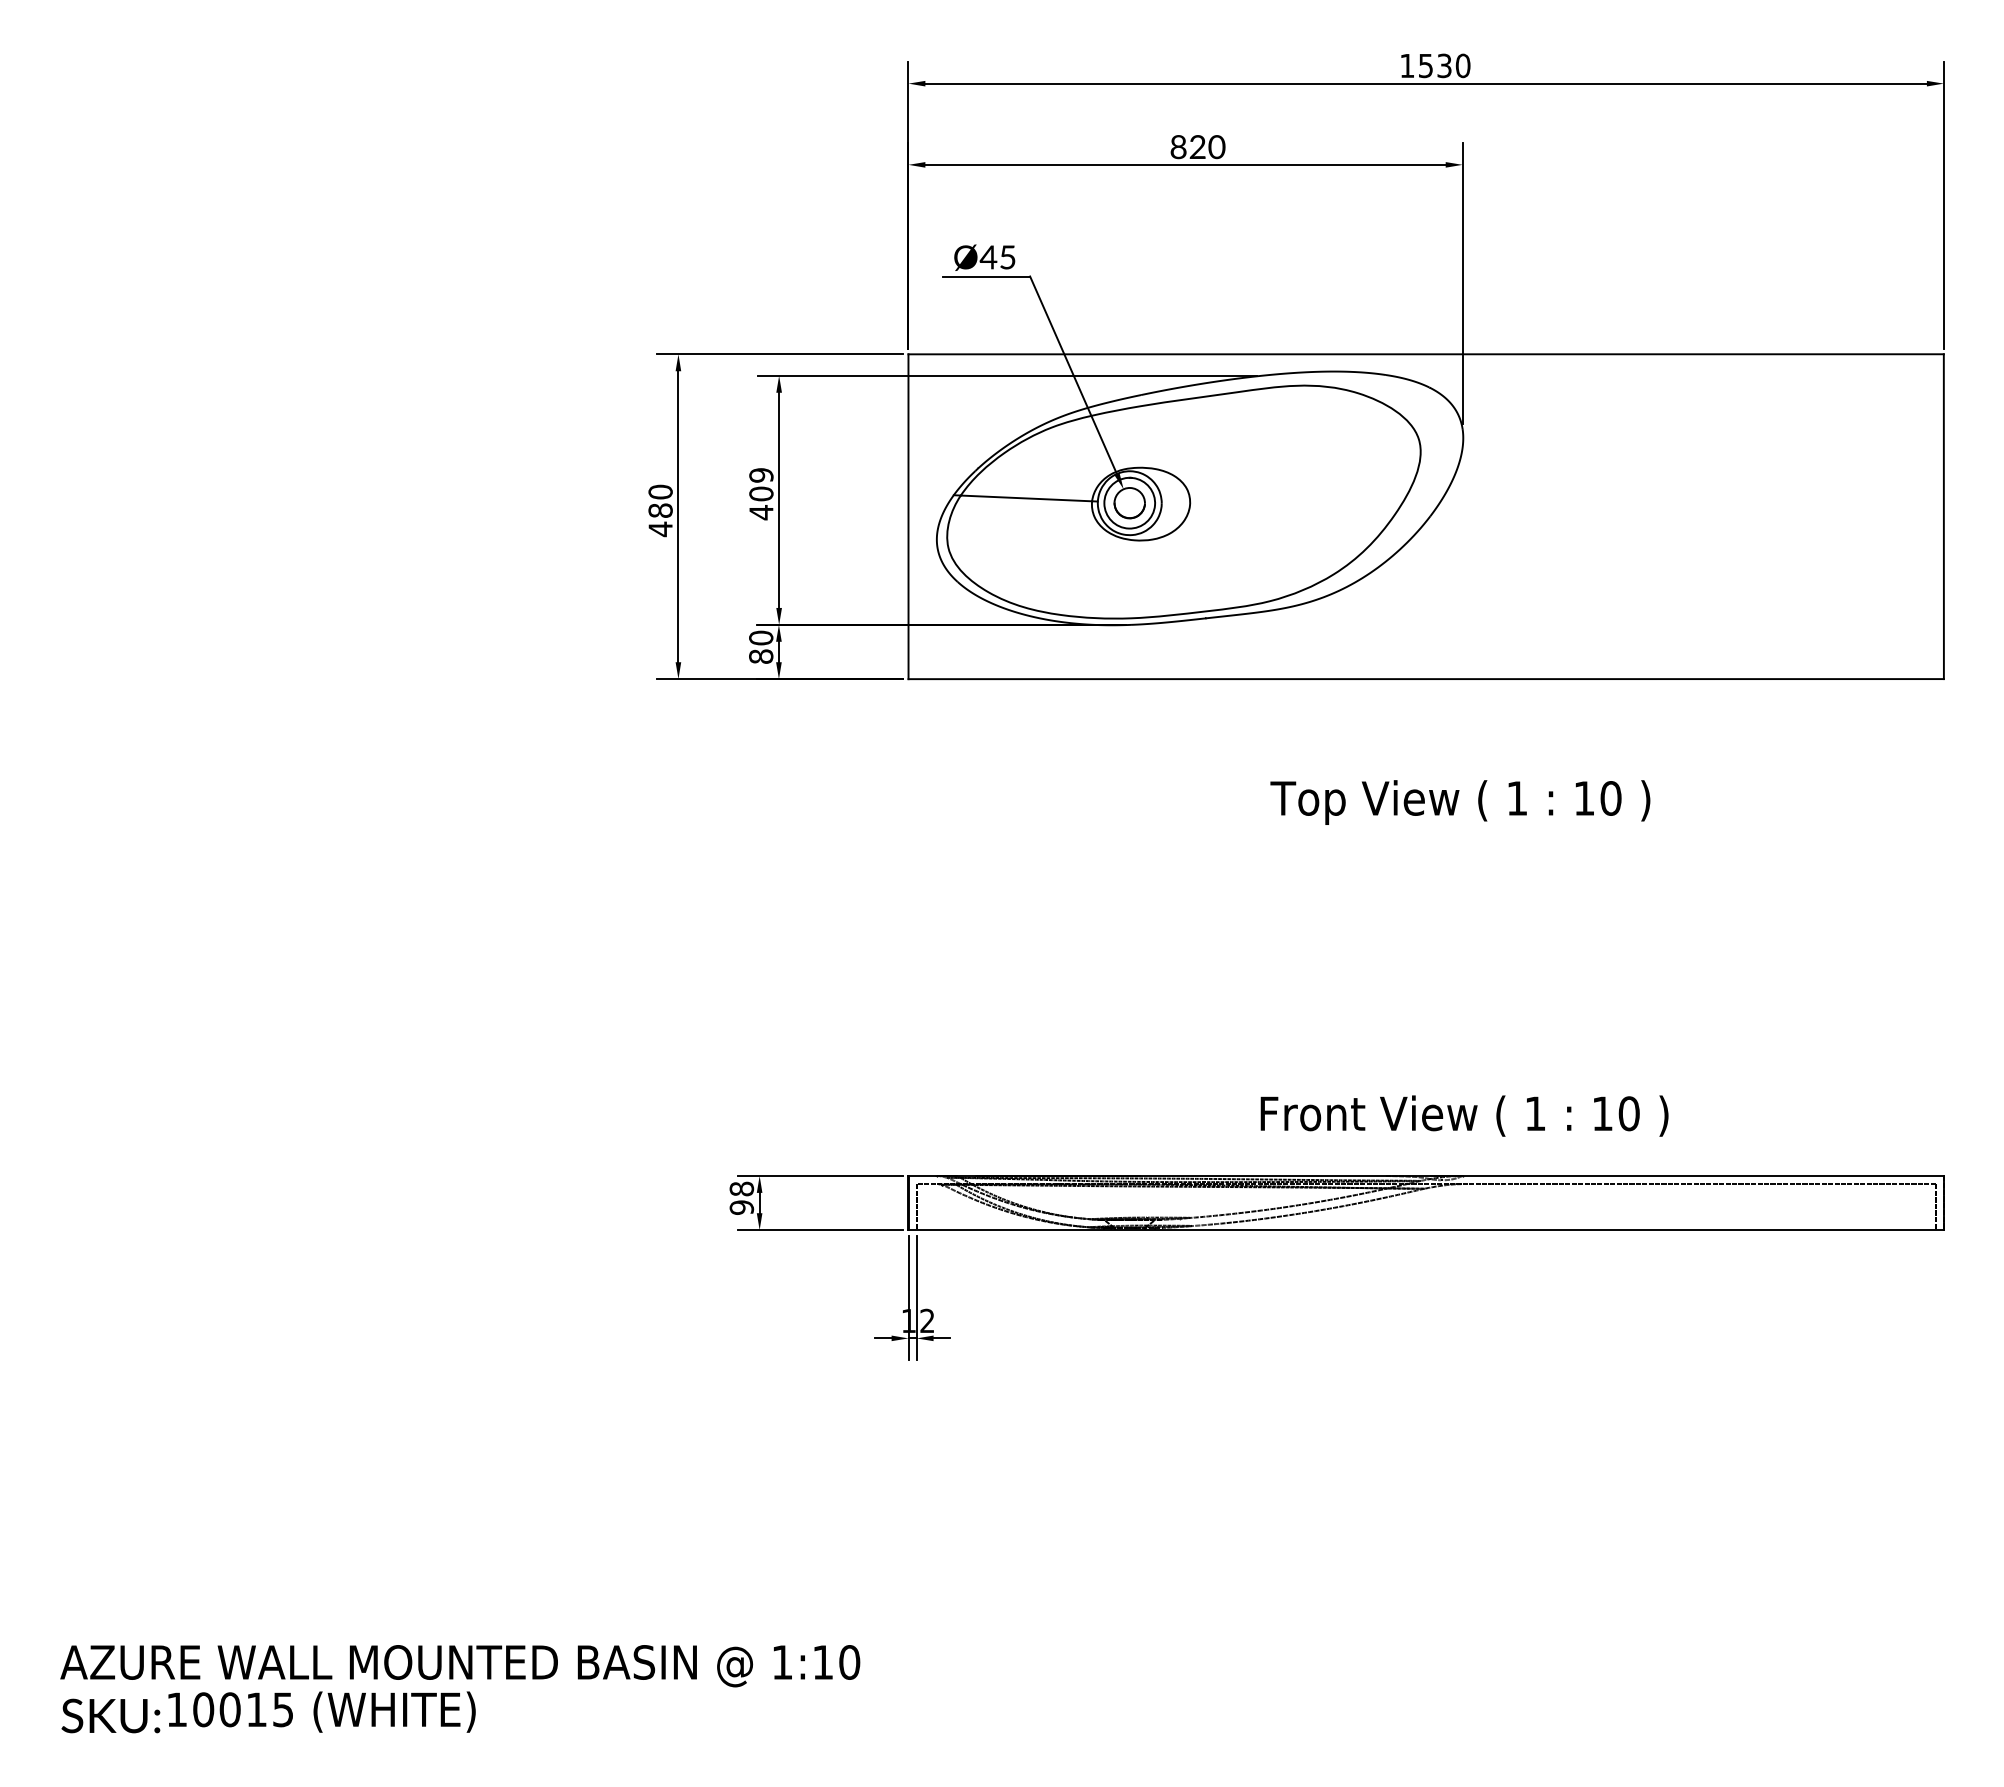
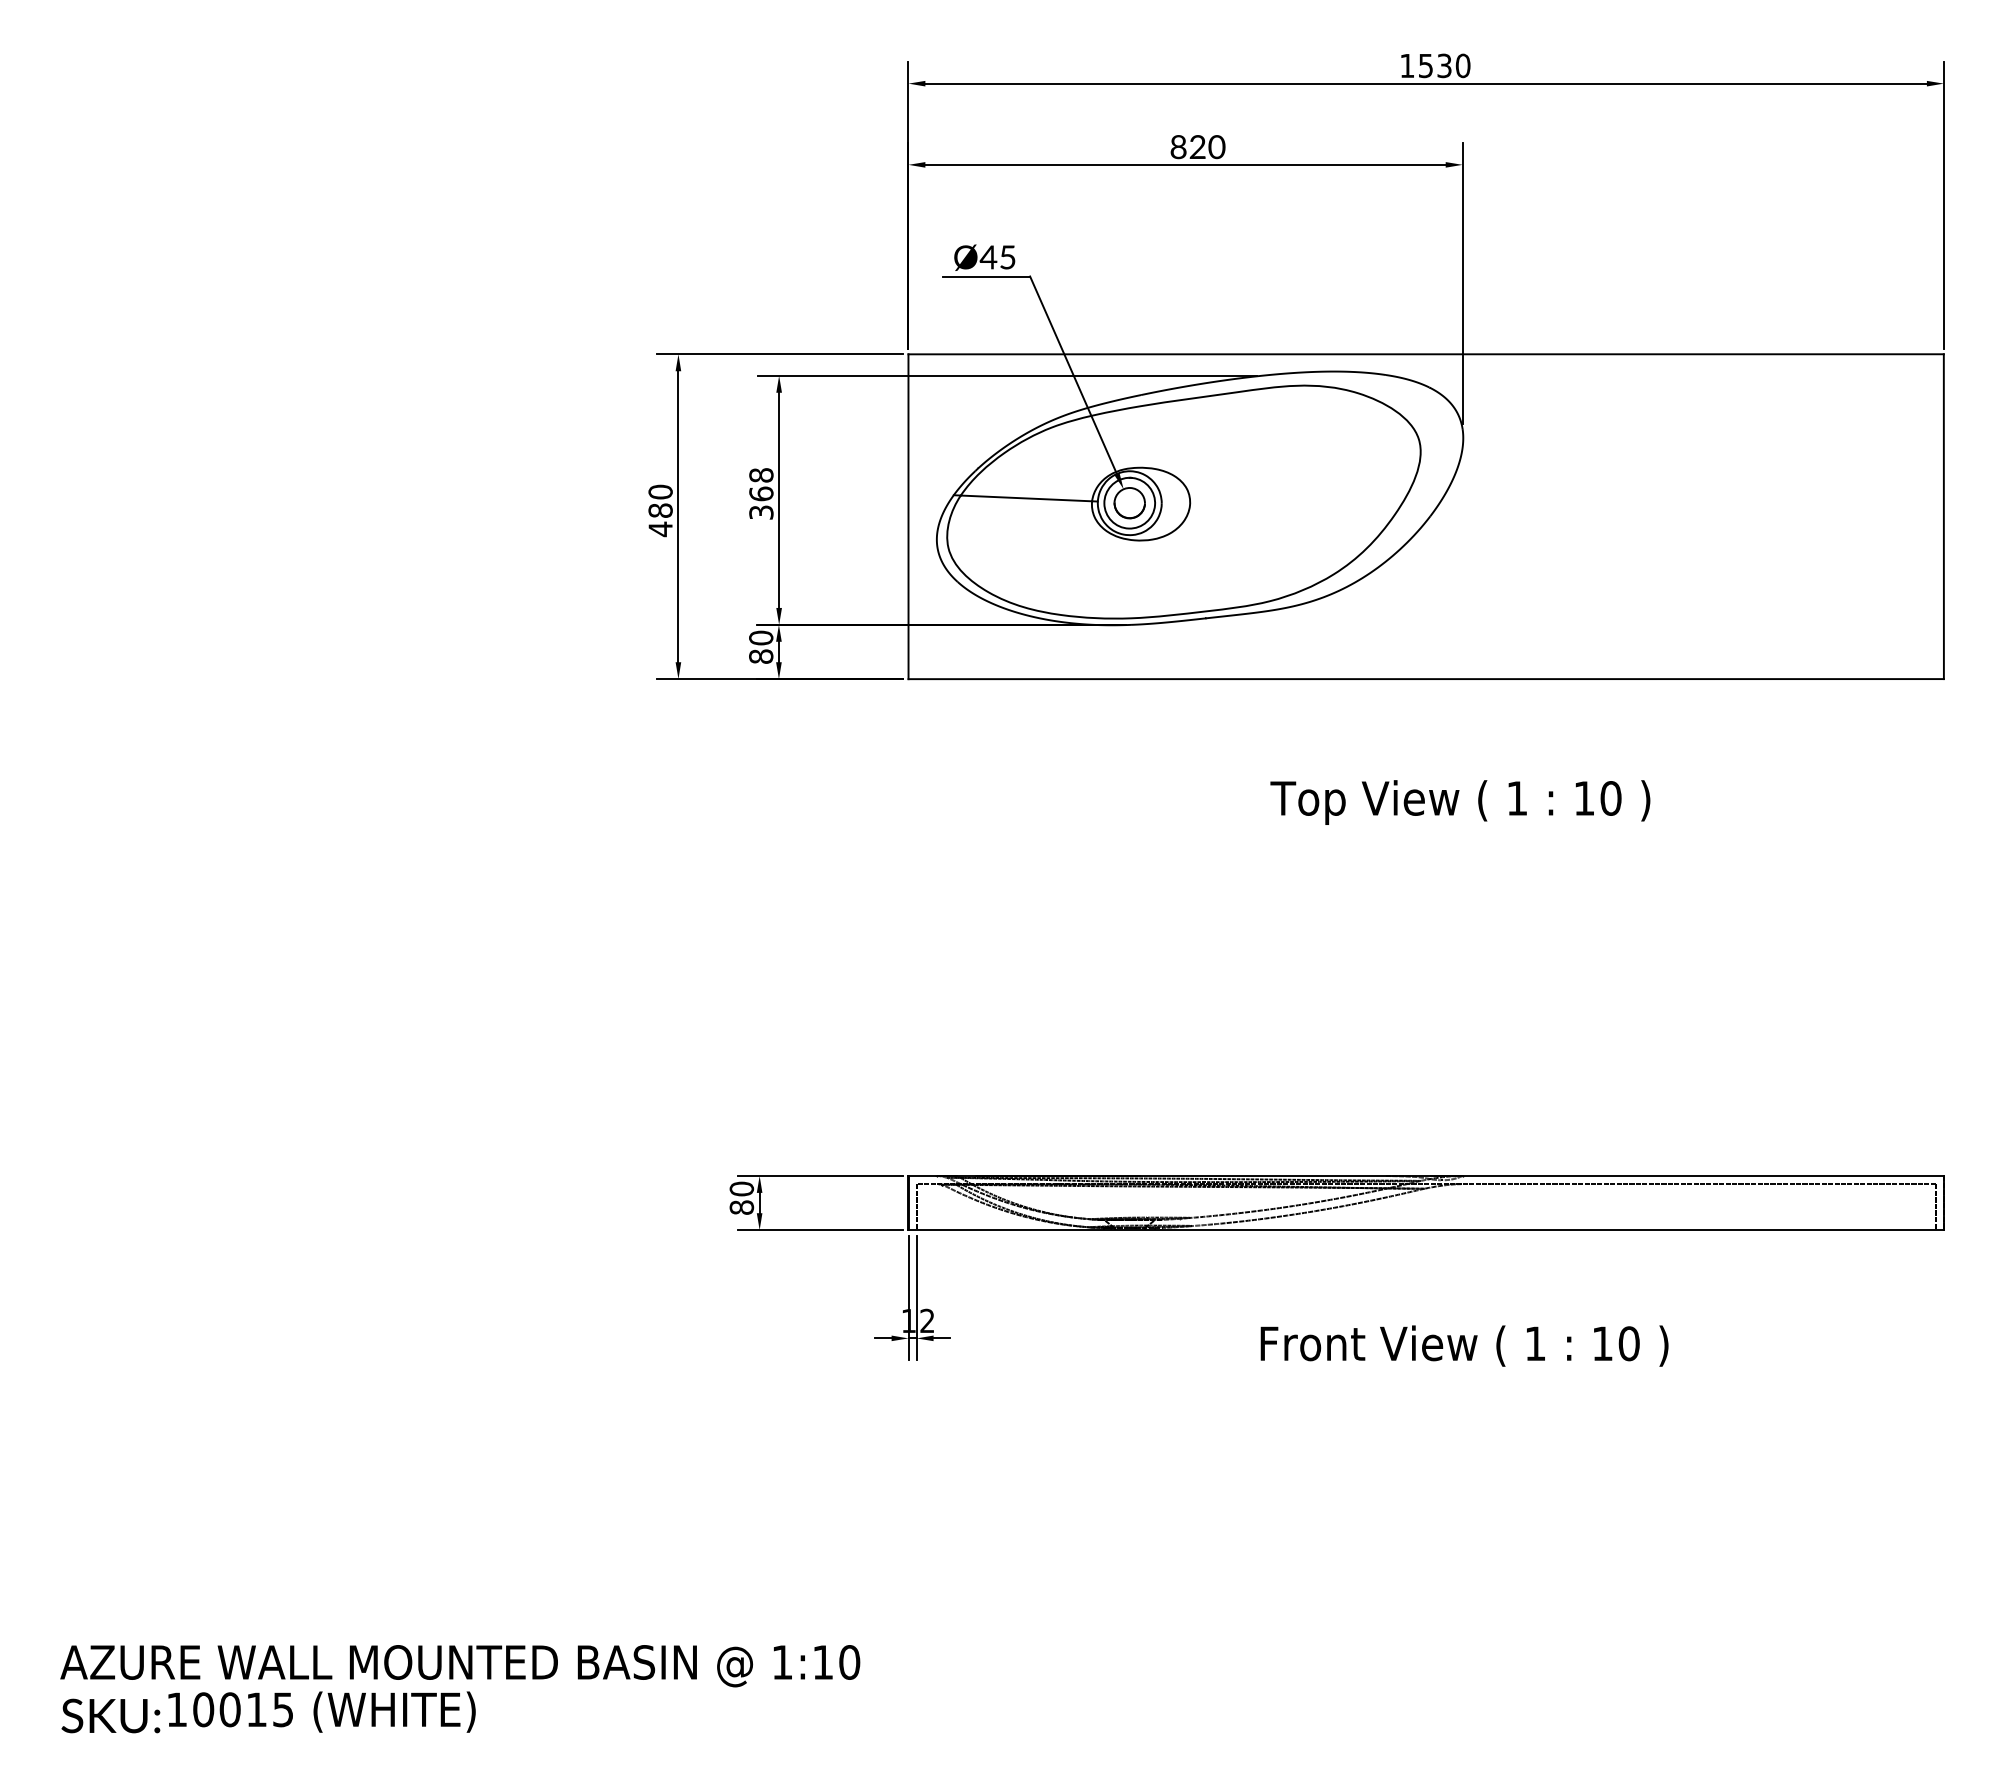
text at (761, 494): 409 -> 368
text at (1464, 1115) position: (1464, 1115) -> (1464, 1345)
text at (741, 1197): 98 -> 80
